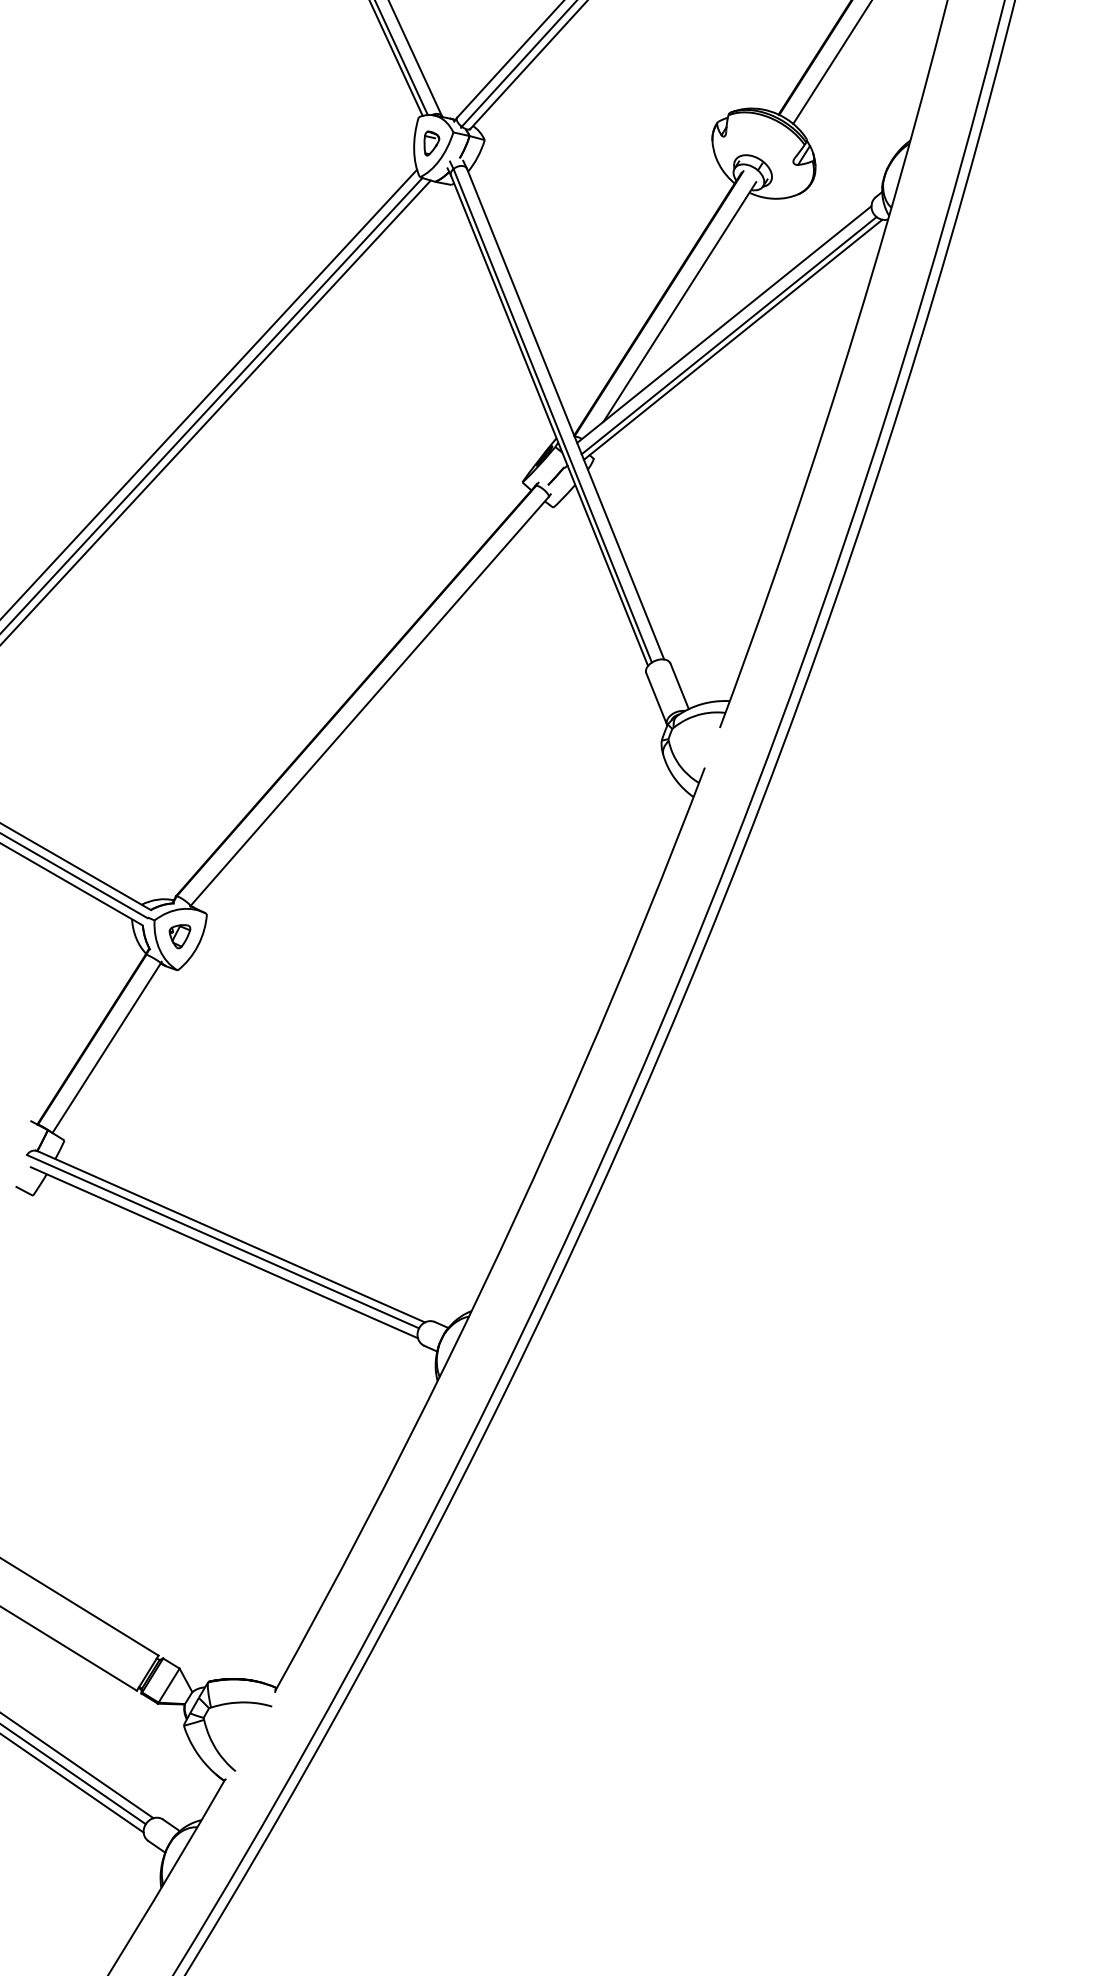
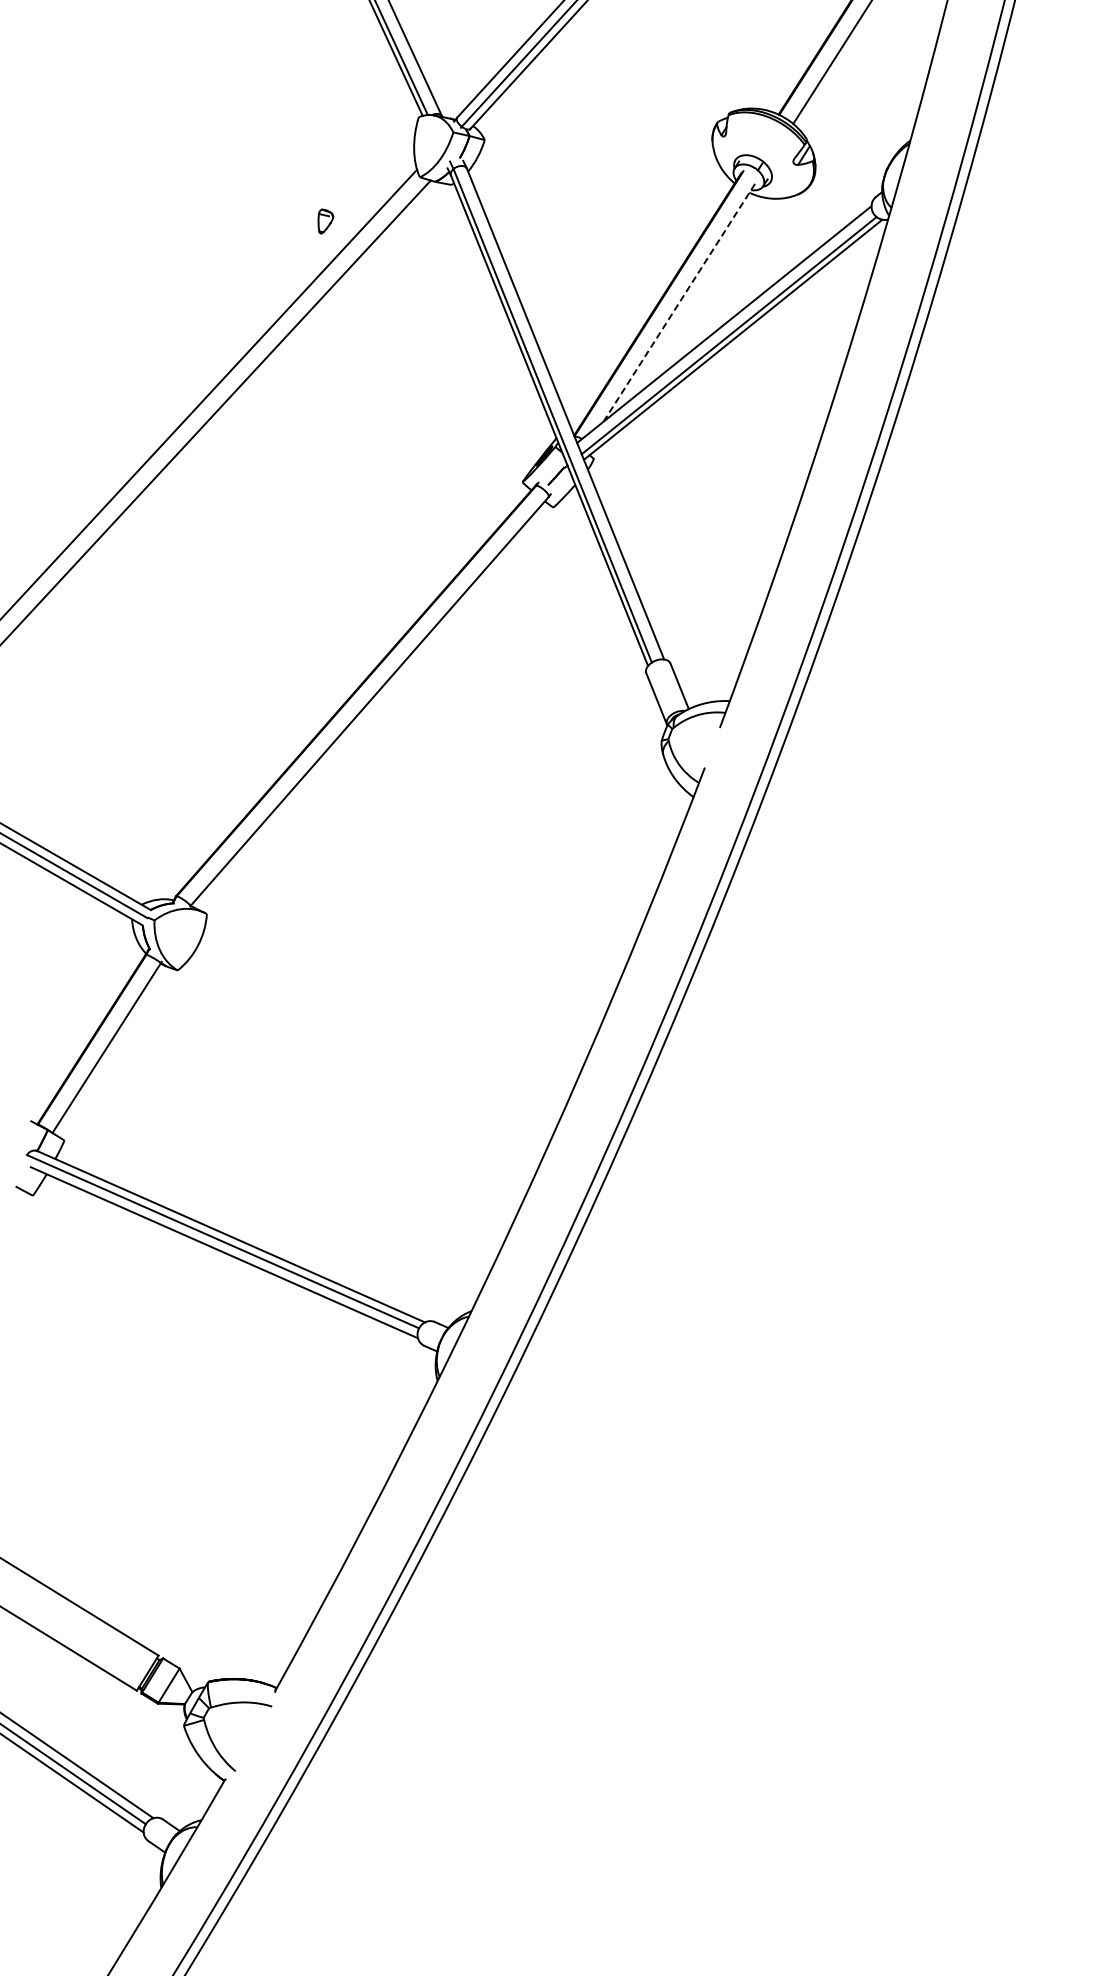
part at (431, 143) position: (431, 143) -> (325, 221)
line at (680, 301): solid -> dashed
line at (212, 405): present -> none
part at (179, 936): present -> none
